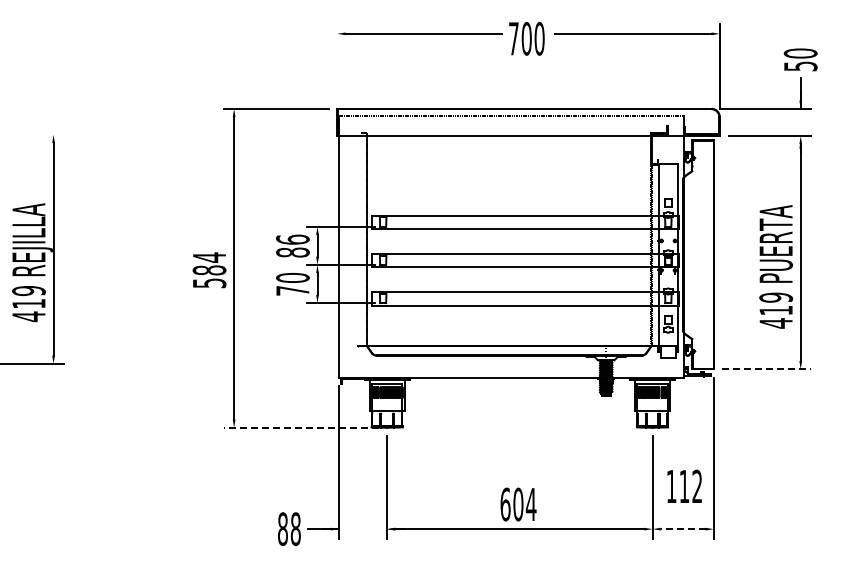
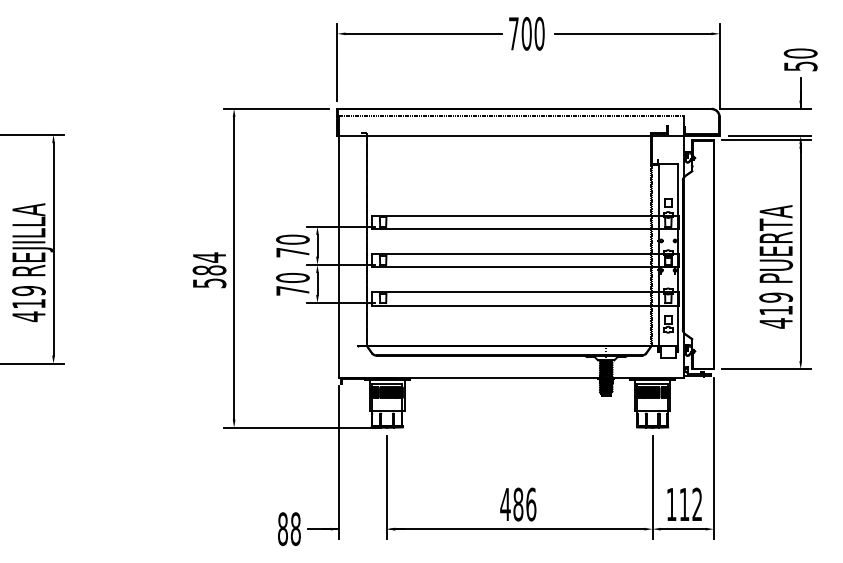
text at (526, 38) position: (526, 38) -> (526, 33)
line at (337, 61): none -> present
line at (32, 134): none -> present
line at (766, 140): none -> present
text at (292, 245): 86 -> 70
line at (767, 369): dashed -> solid
line at (300, 427): dashed -> solid
text at (684, 485) position: (684, 485) -> (684, 503)
text at (518, 504): 604 -> 486
line at (682, 529): dashed -> solid
